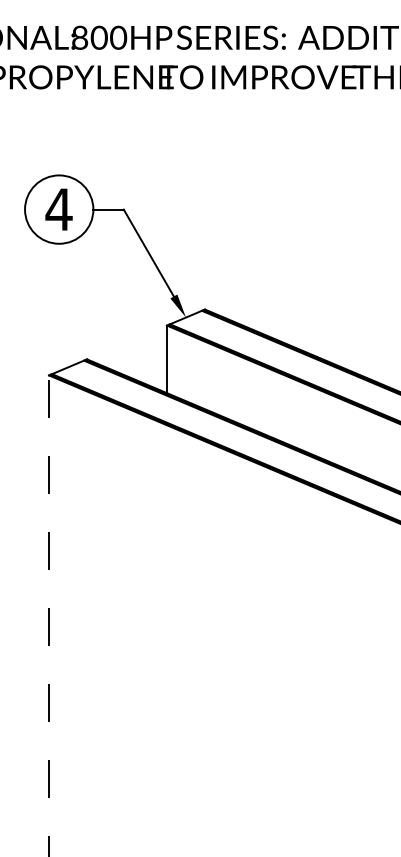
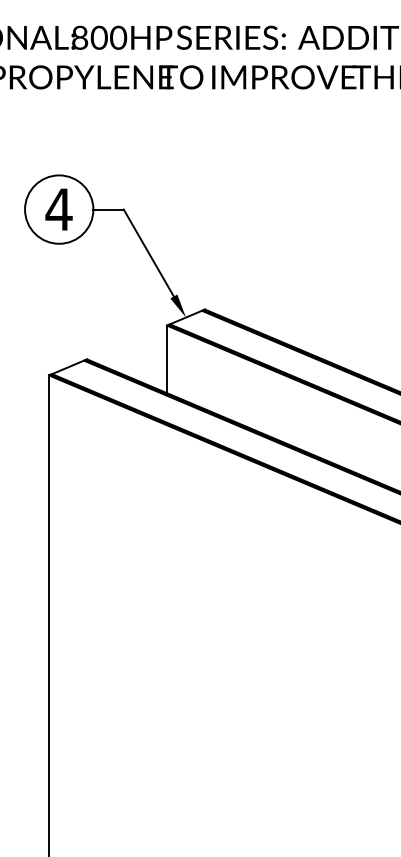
line at (49, 616): dashed -> solid
